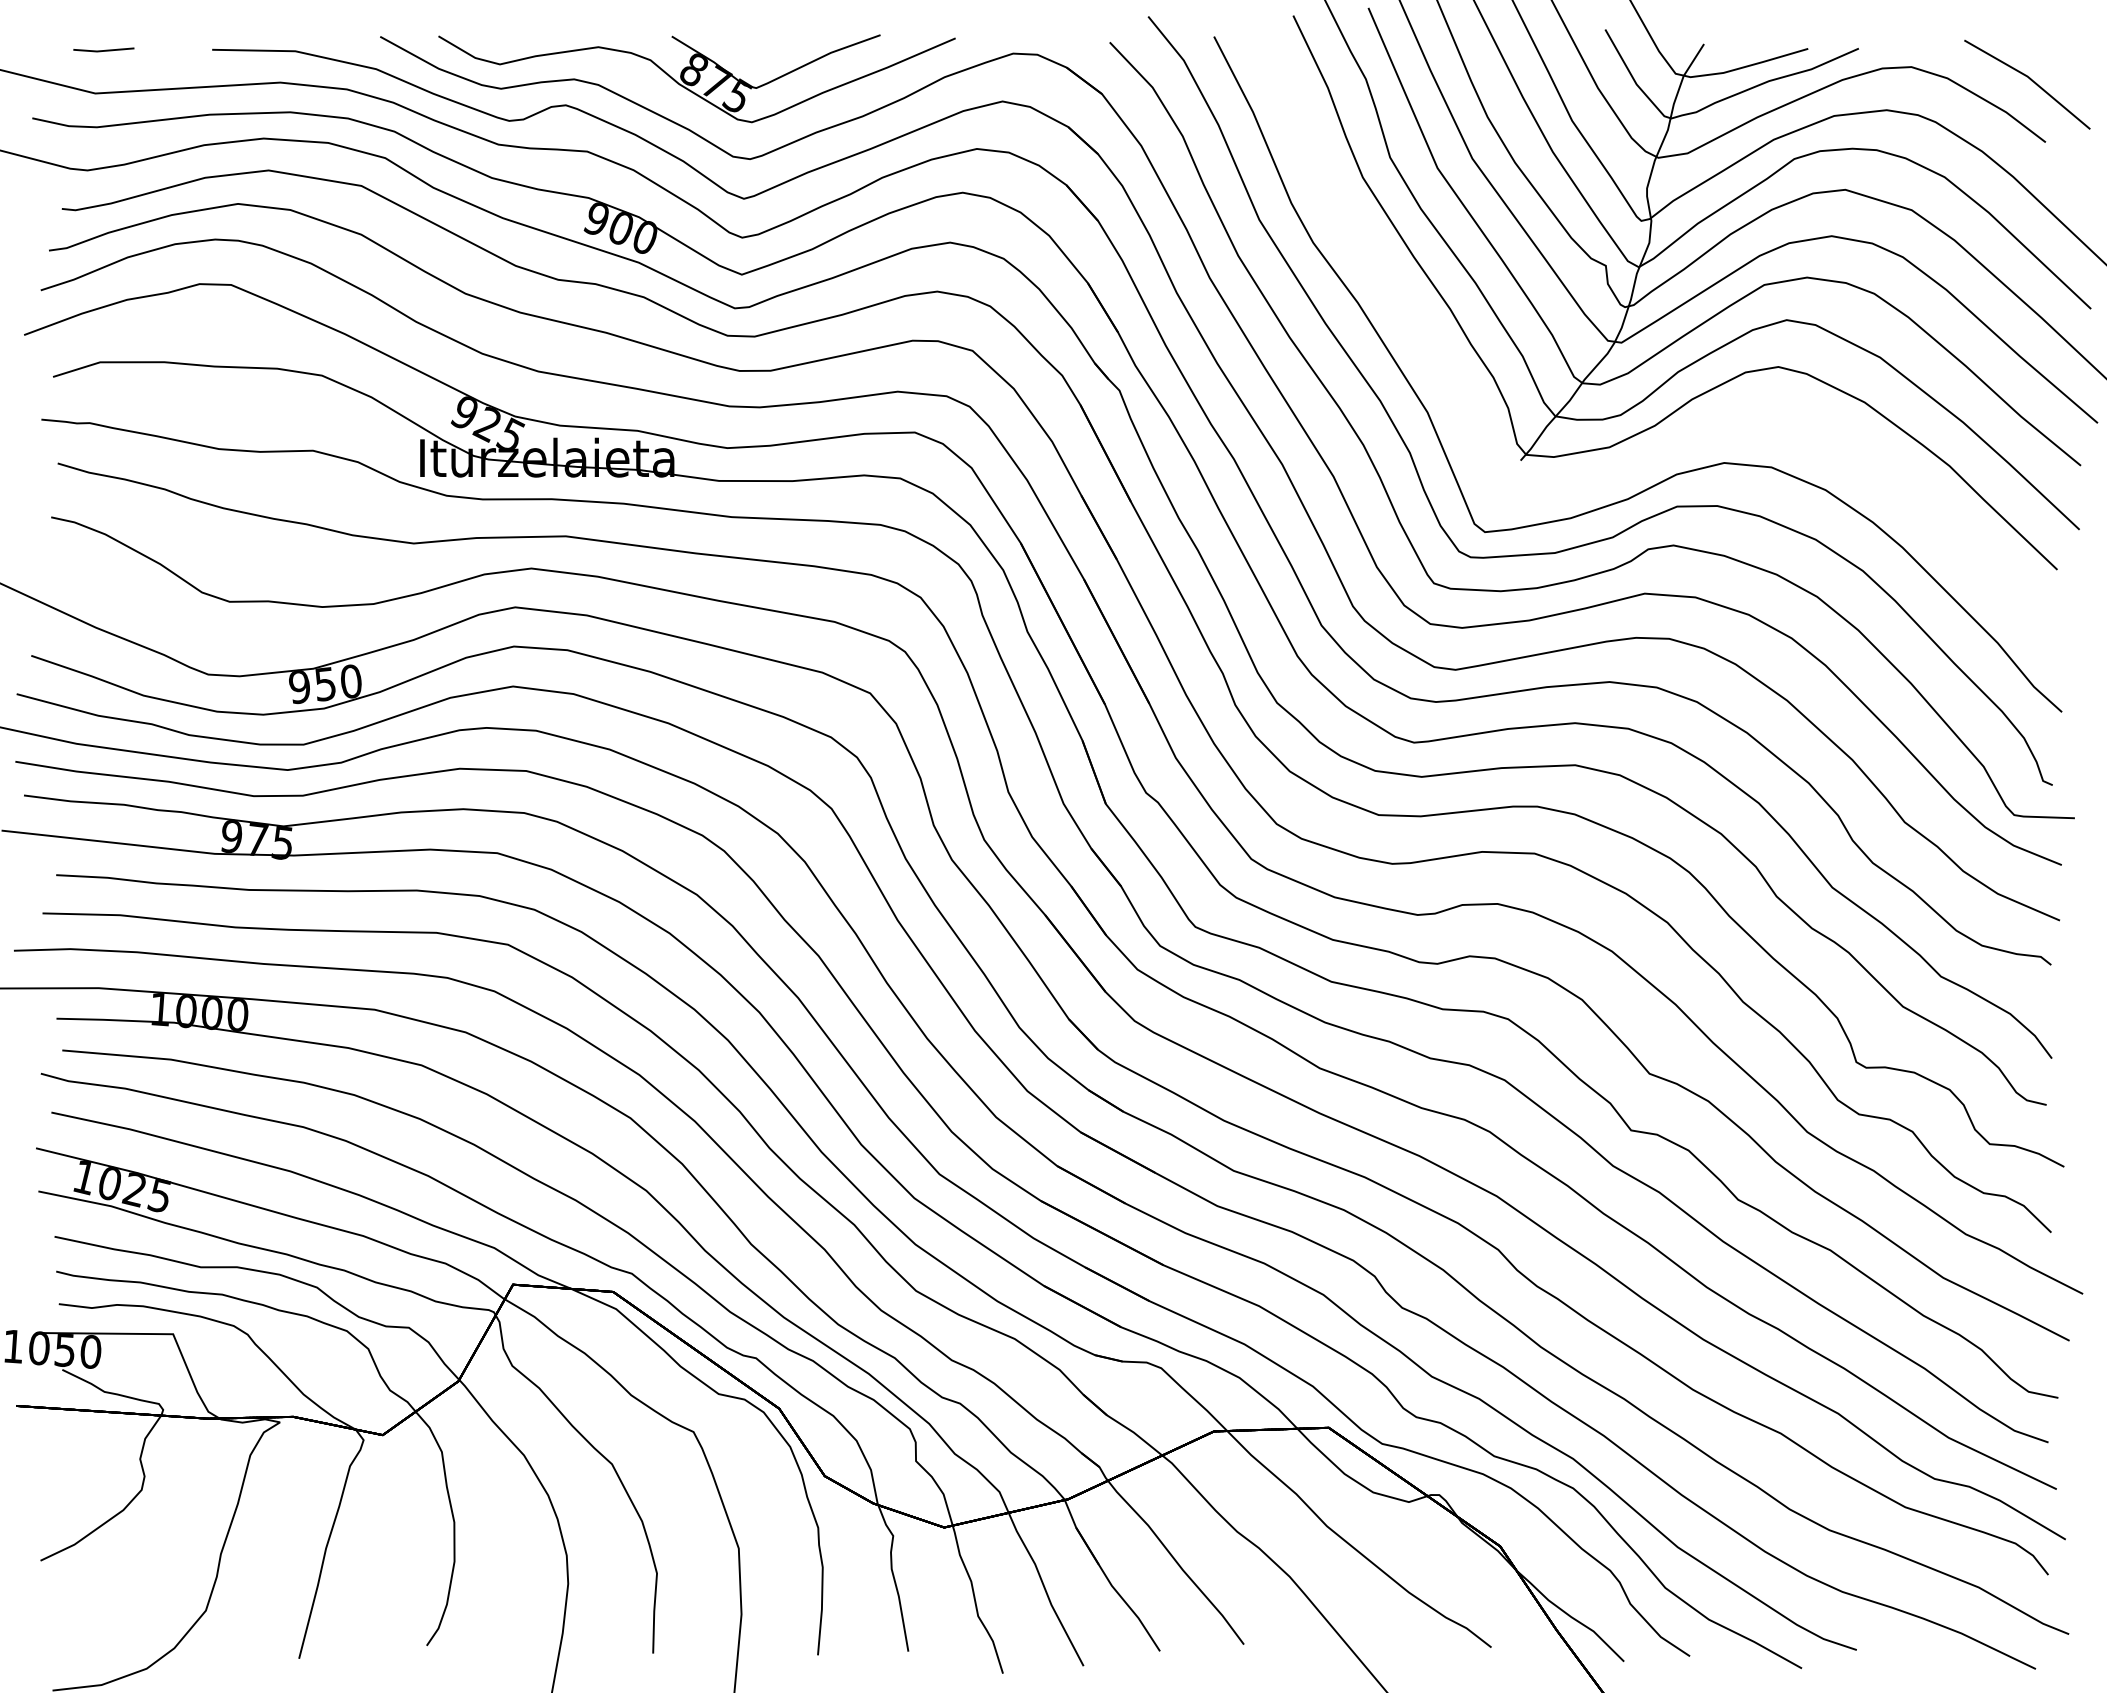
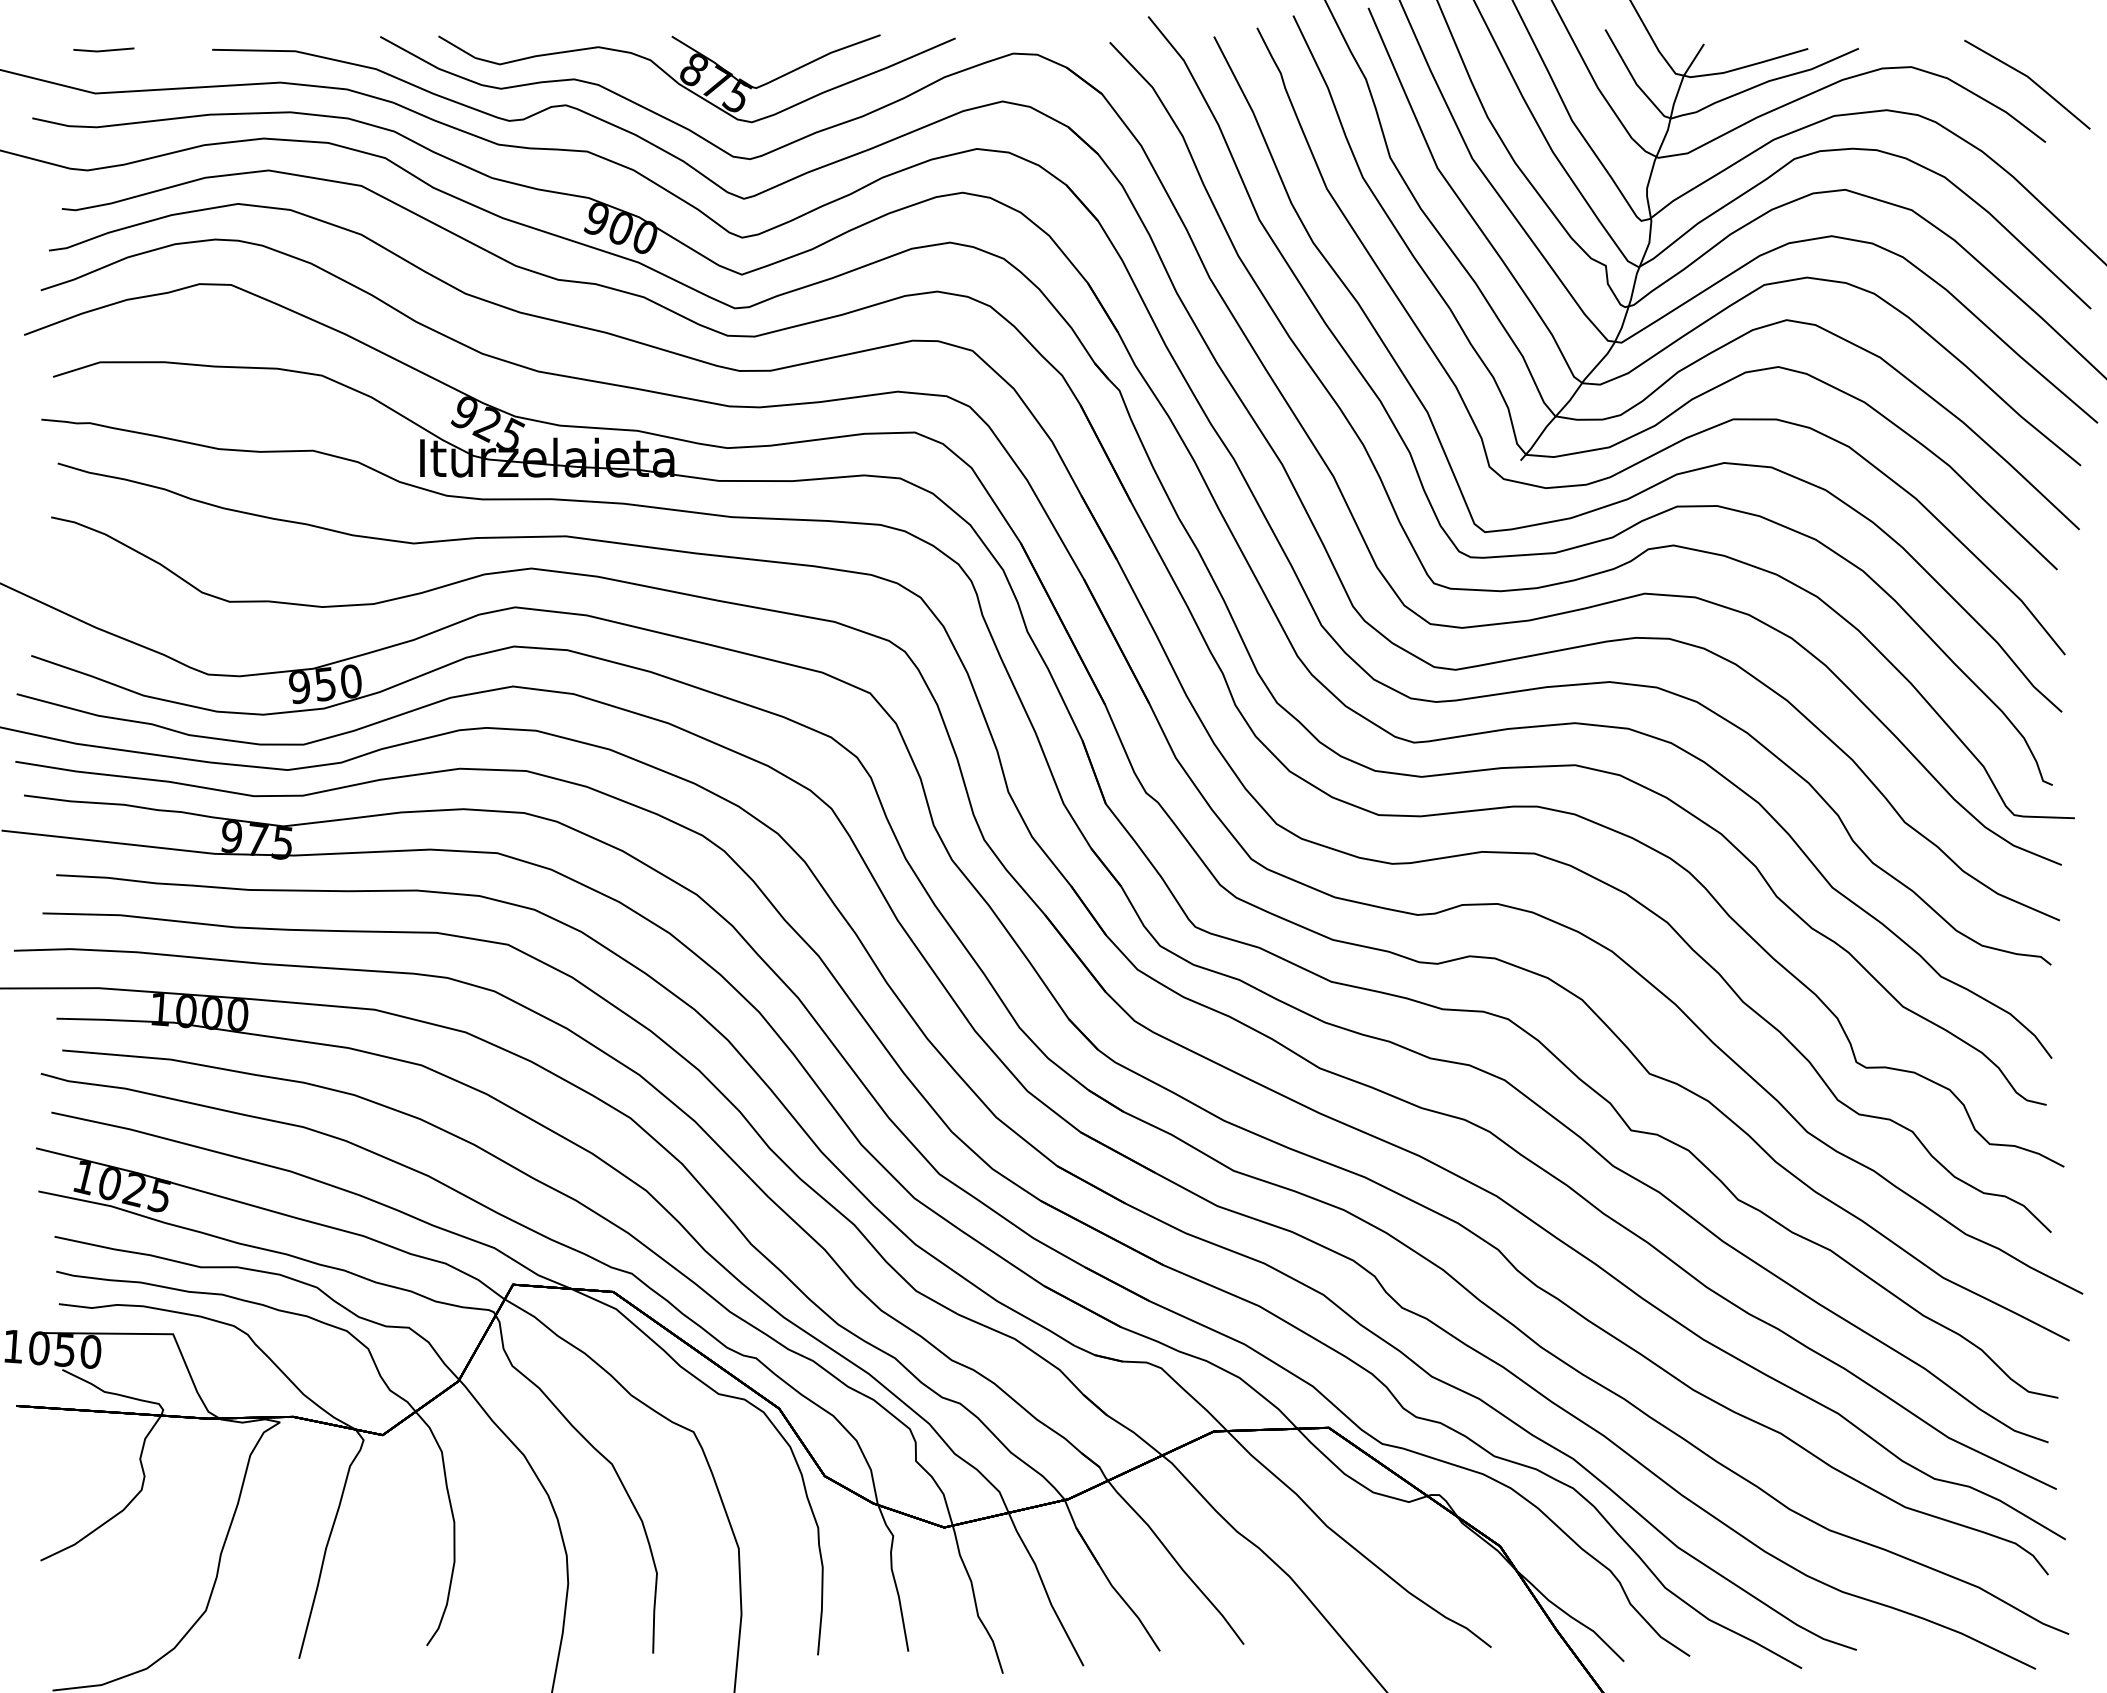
part at (1694, 433): none -> present
